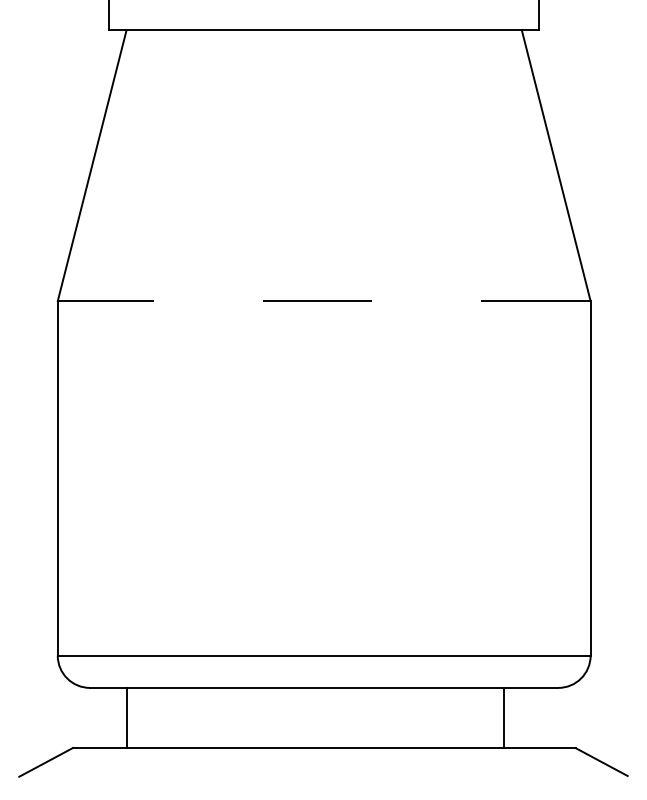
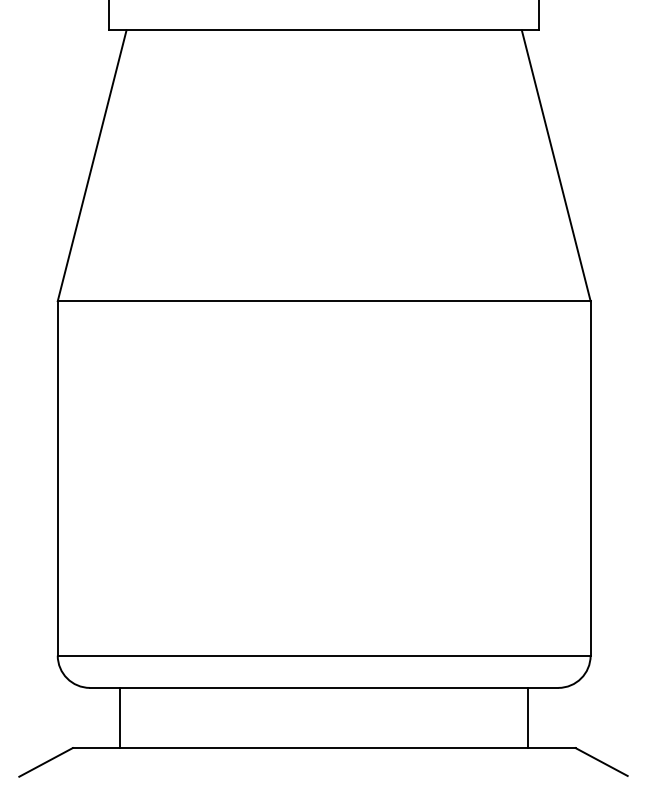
line at (323, 301): dashed -> solid
line at (127, 717) position: (127, 717) -> (120, 717)
line at (504, 717) position: (504, 717) -> (528, 717)
